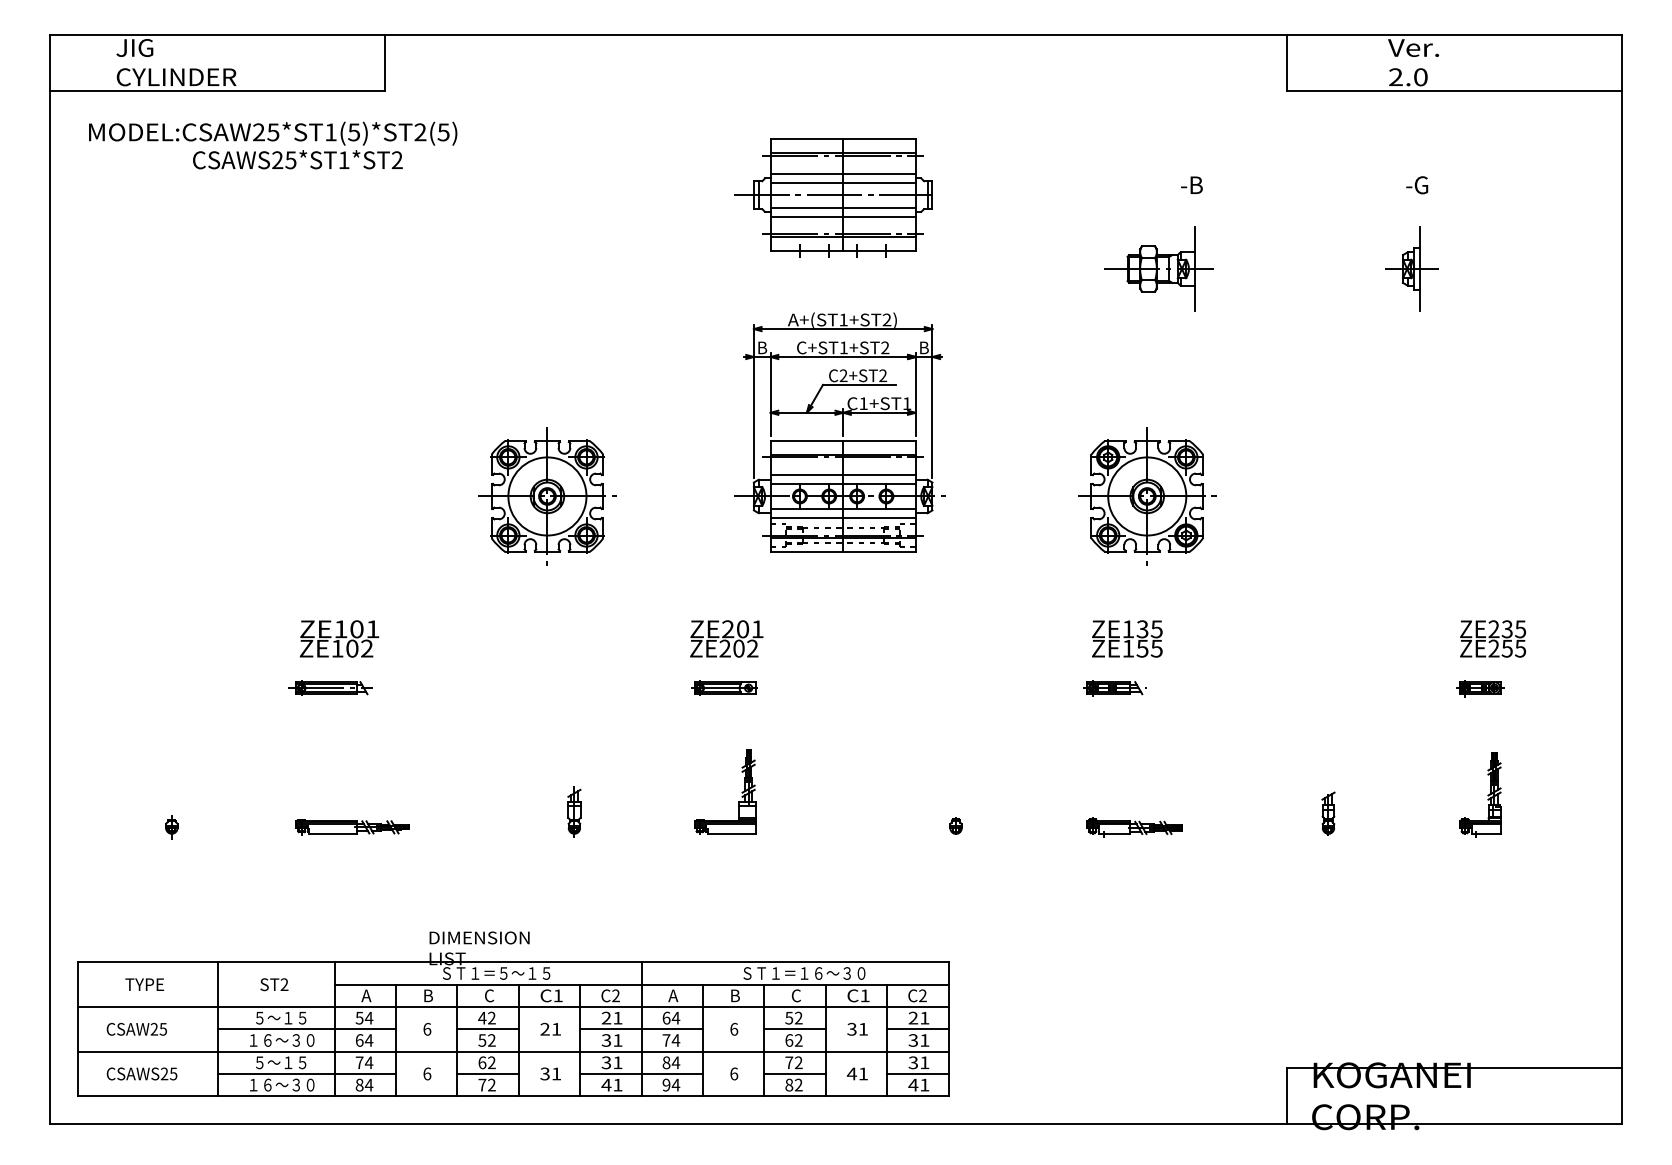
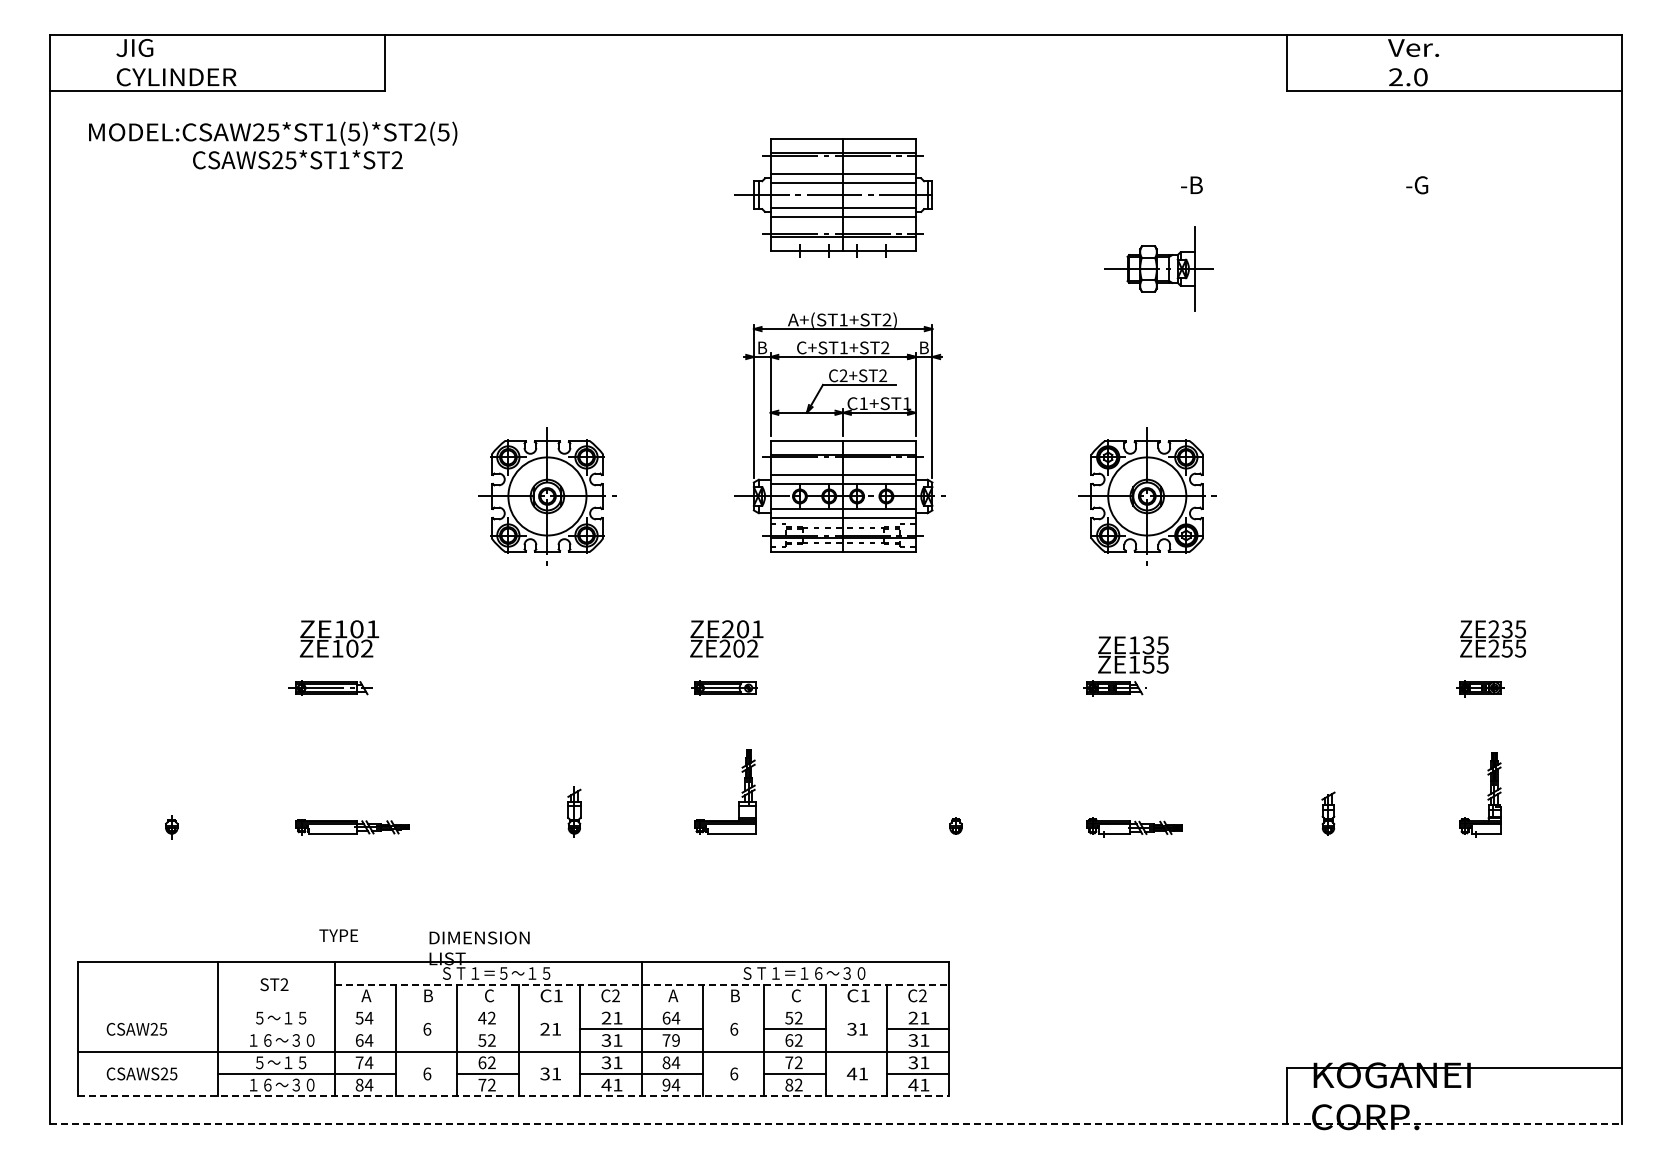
part at (1411, 268): present -> none
text at (1127, 638) position: (1127, 638) -> (1133, 654)
text at (144, 984) position: (144, 984) -> (338, 935)
line at (641, 984): solid -> dashed
line at (513, 1007): present -> none
line at (306, 1029): present -> none
line at (487, 1029): present -> none
text at (675, 1040): 74 -> 79
line at (513, 1096): solid -> dashed
line at (836, 1124): solid -> dashed
